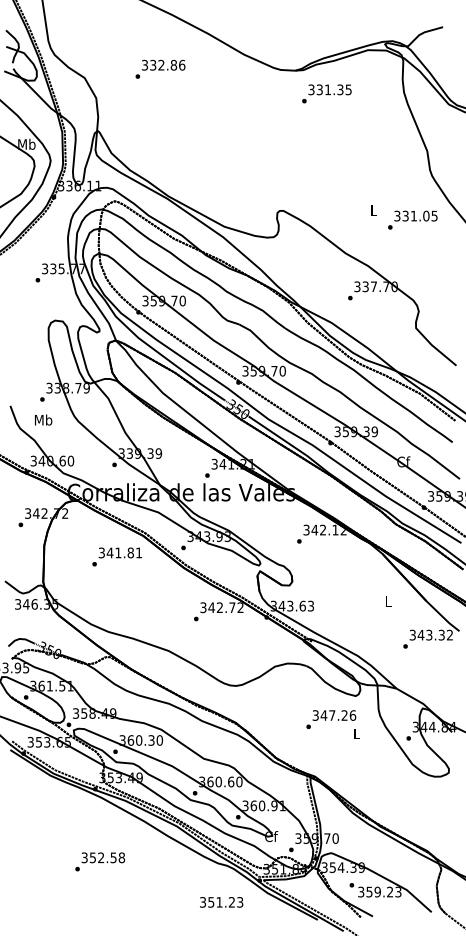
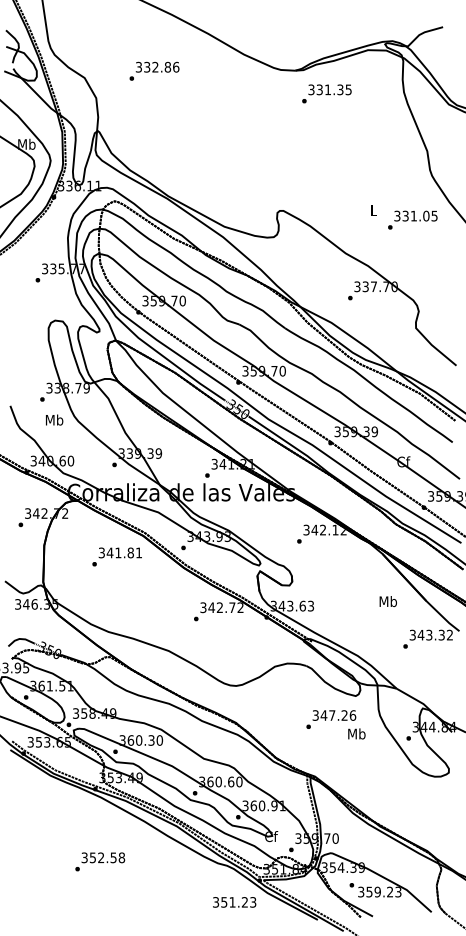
text at (160, 68) position: (160, 68) -> (154, 70)
text at (43, 419) position: (43, 419) -> (54, 419)
text at (387, 601): L -> Mb
text at (356, 733): L -> Mb
text at (221, 902) position: (221, 902) -> (234, 902)
